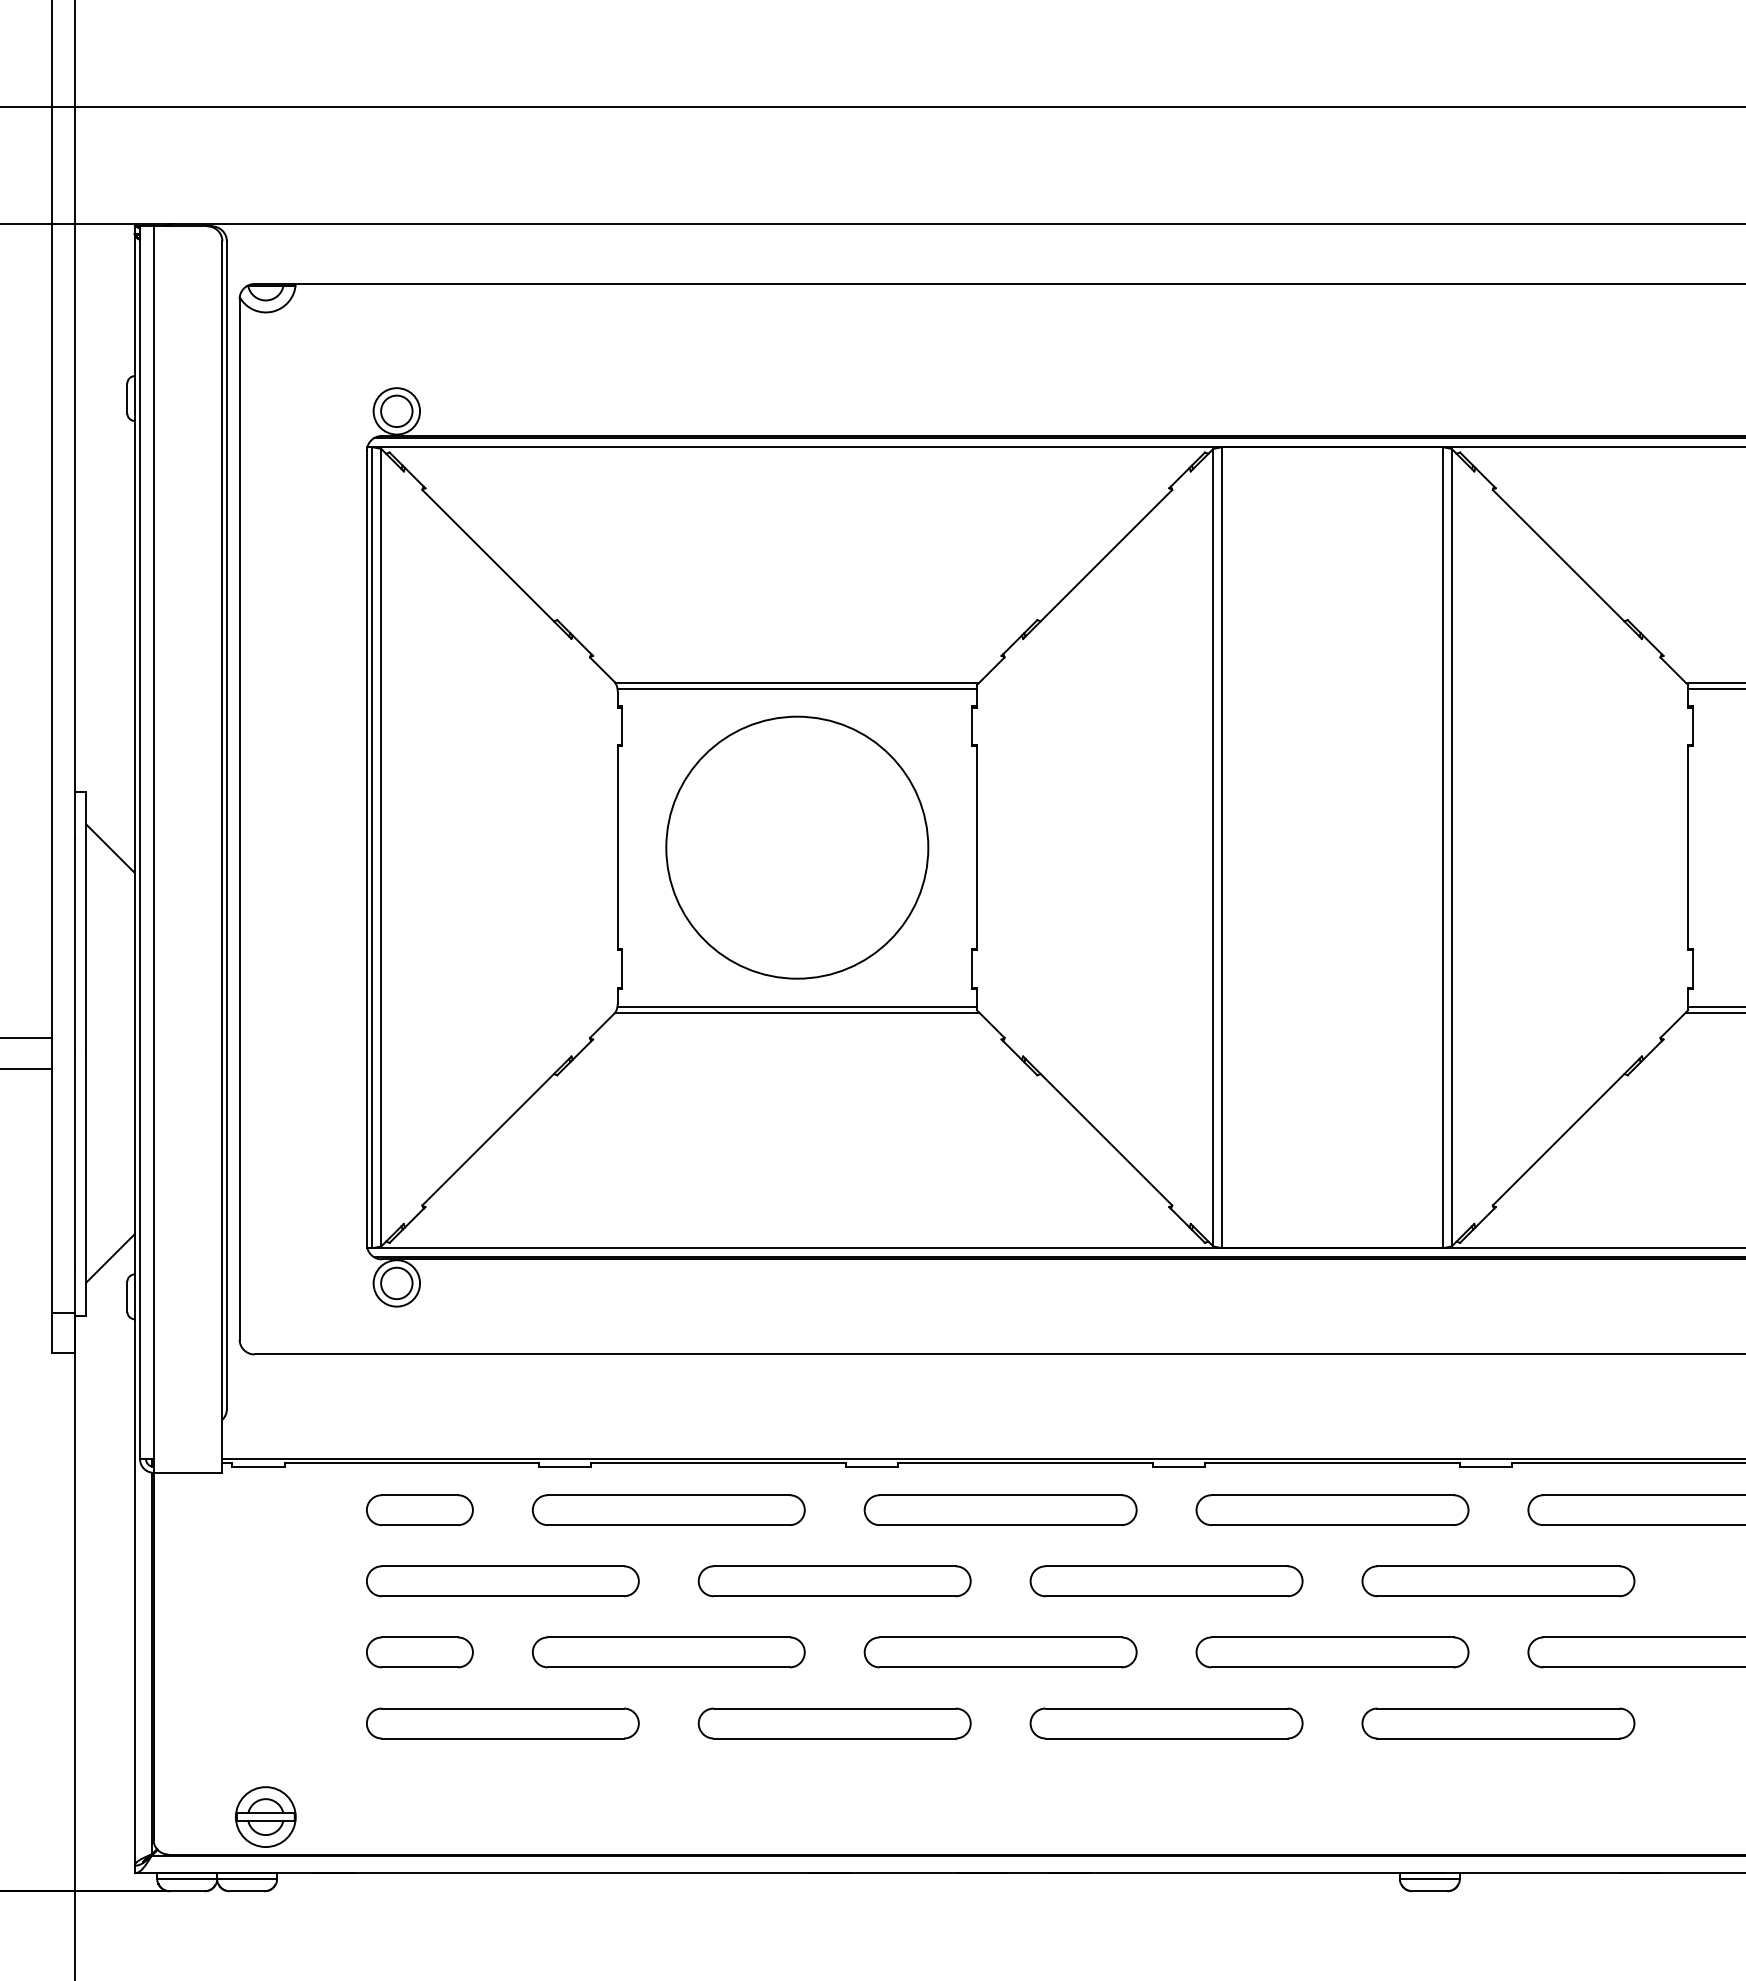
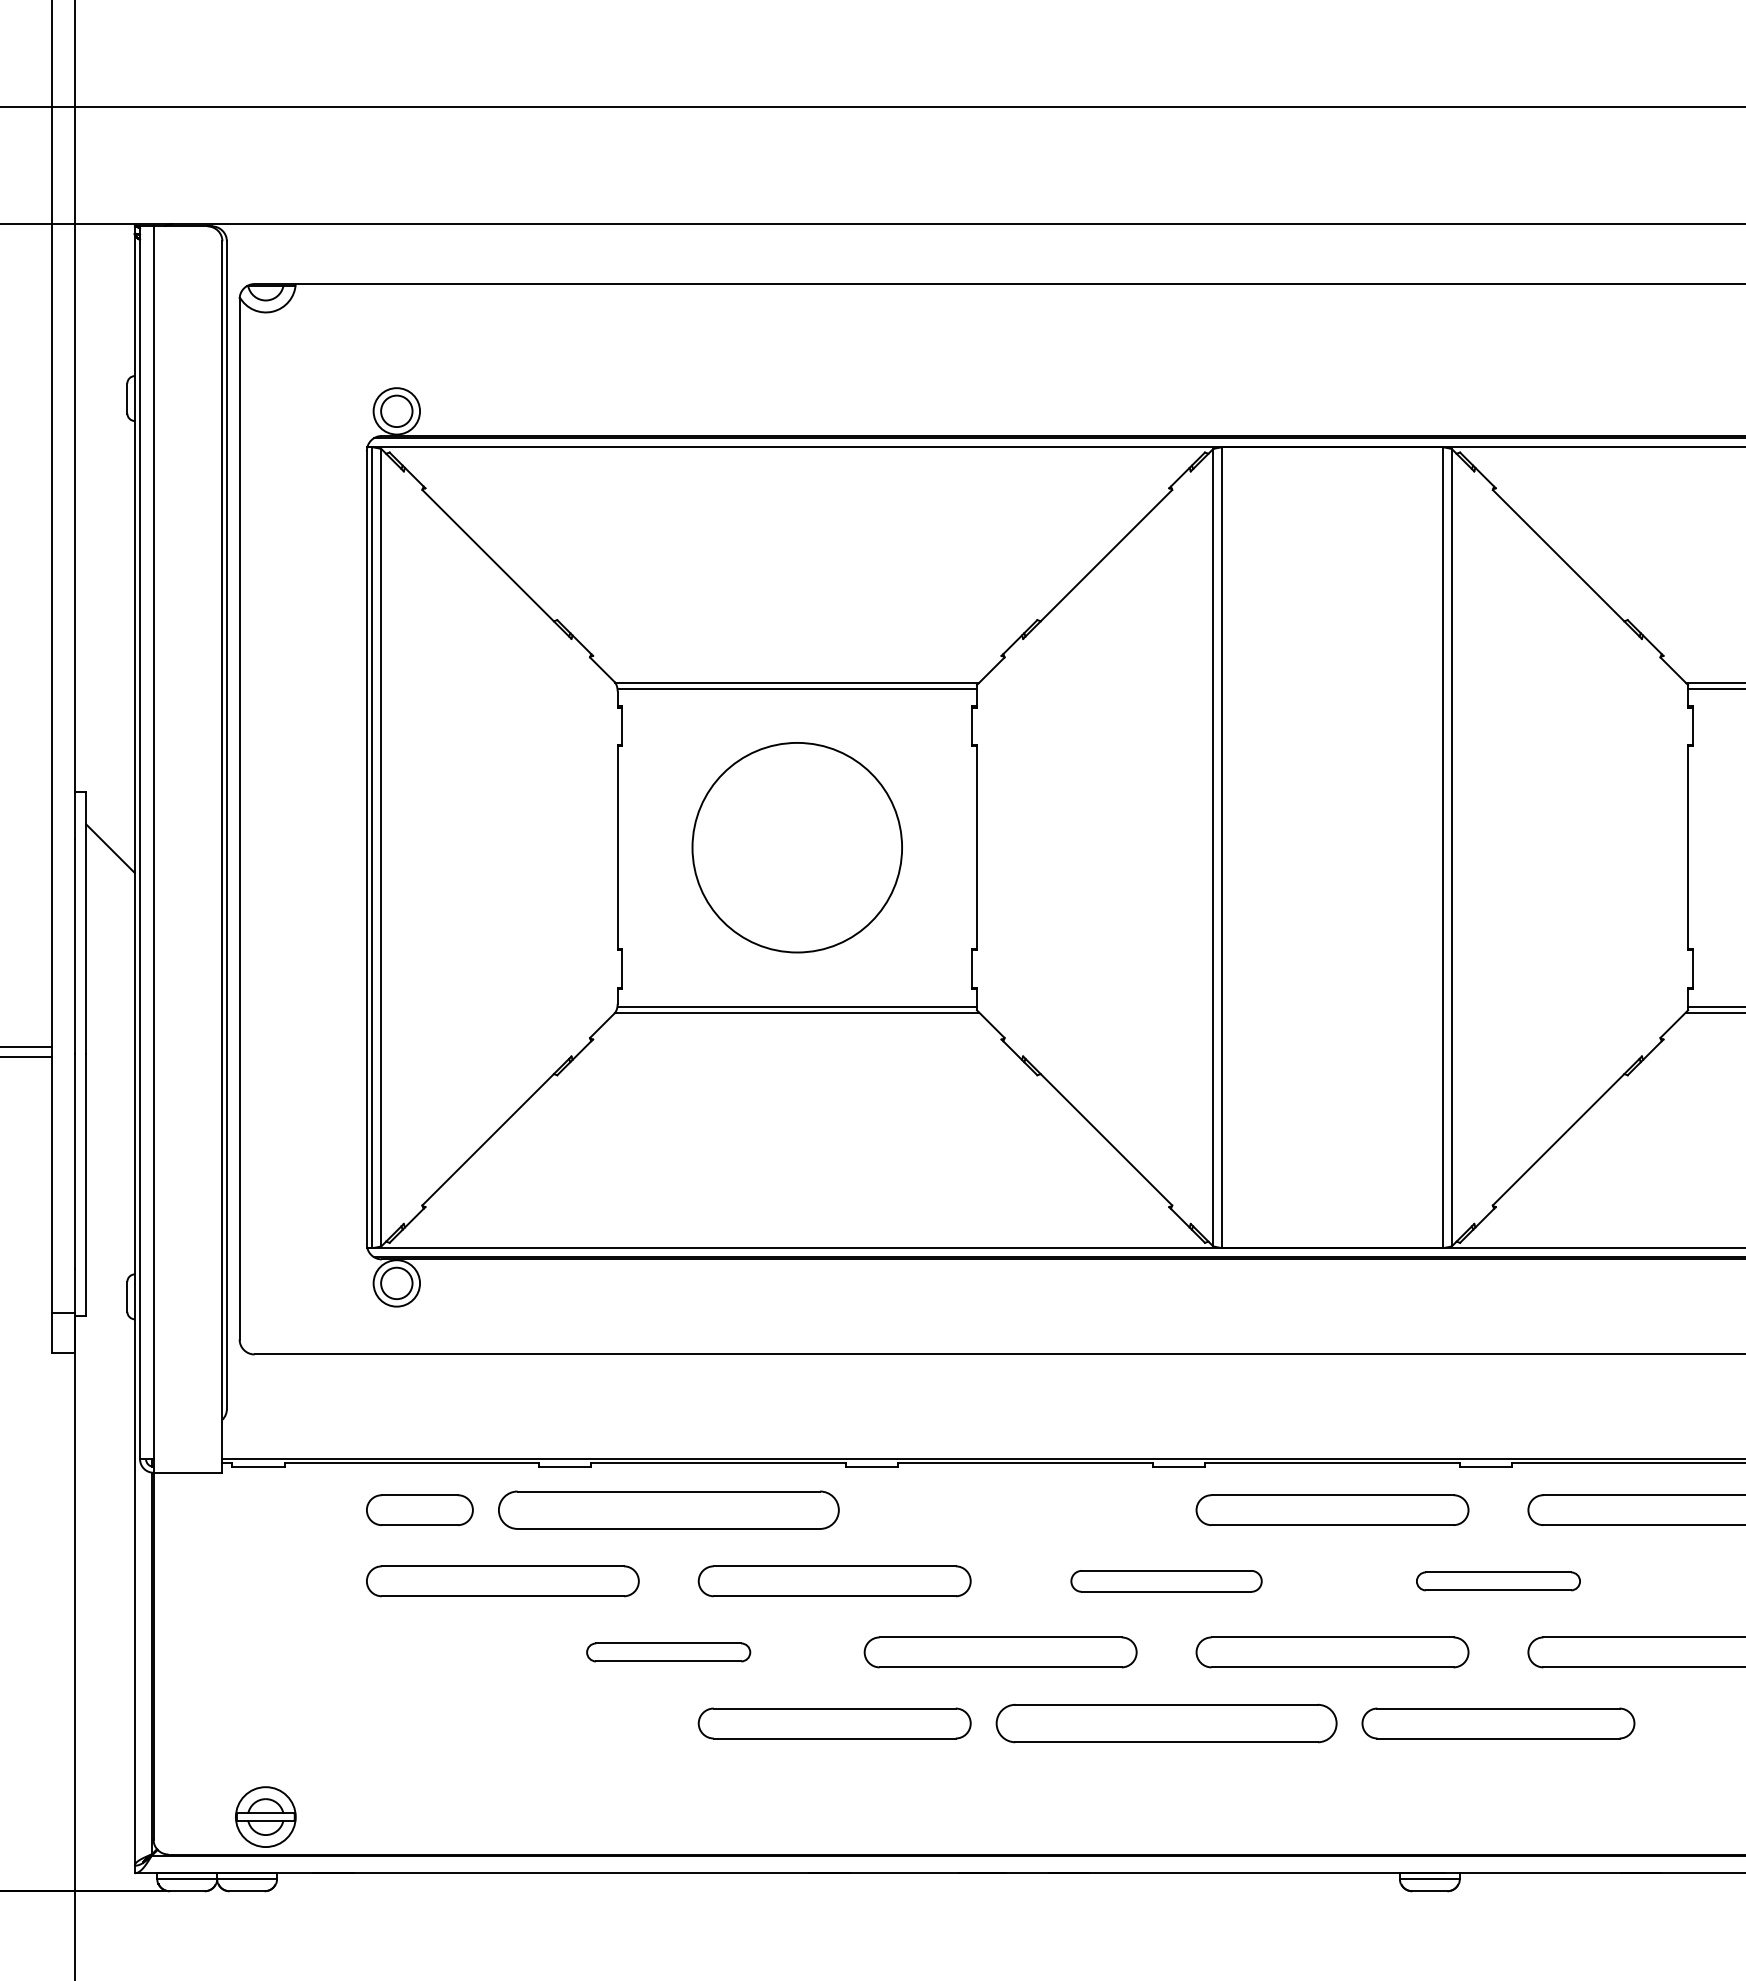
circle at (797, 847) diameter: 262 px -> 210 px
line at (27, 1037) position: (27, 1037) -> (27, 1056)
line at (27, 1069) position: (27, 1069) -> (27, 1047)
line at (110, 1258): present -> none
part at (668, 1509) size: 275x32 px -> 342x40 px
part at (1000, 1509): present -> none
part at (1166, 1581) size: 275x33 px -> 193x23 px
part at (1498, 1581) size: 275x33 px -> 165x21 px
part at (419, 1652): present -> none
part at (668, 1652) size: 275x33 px -> 166x21 px
part at (502, 1723): present -> none
part at (1166, 1723) size: 275x33 px -> 343x40 px
